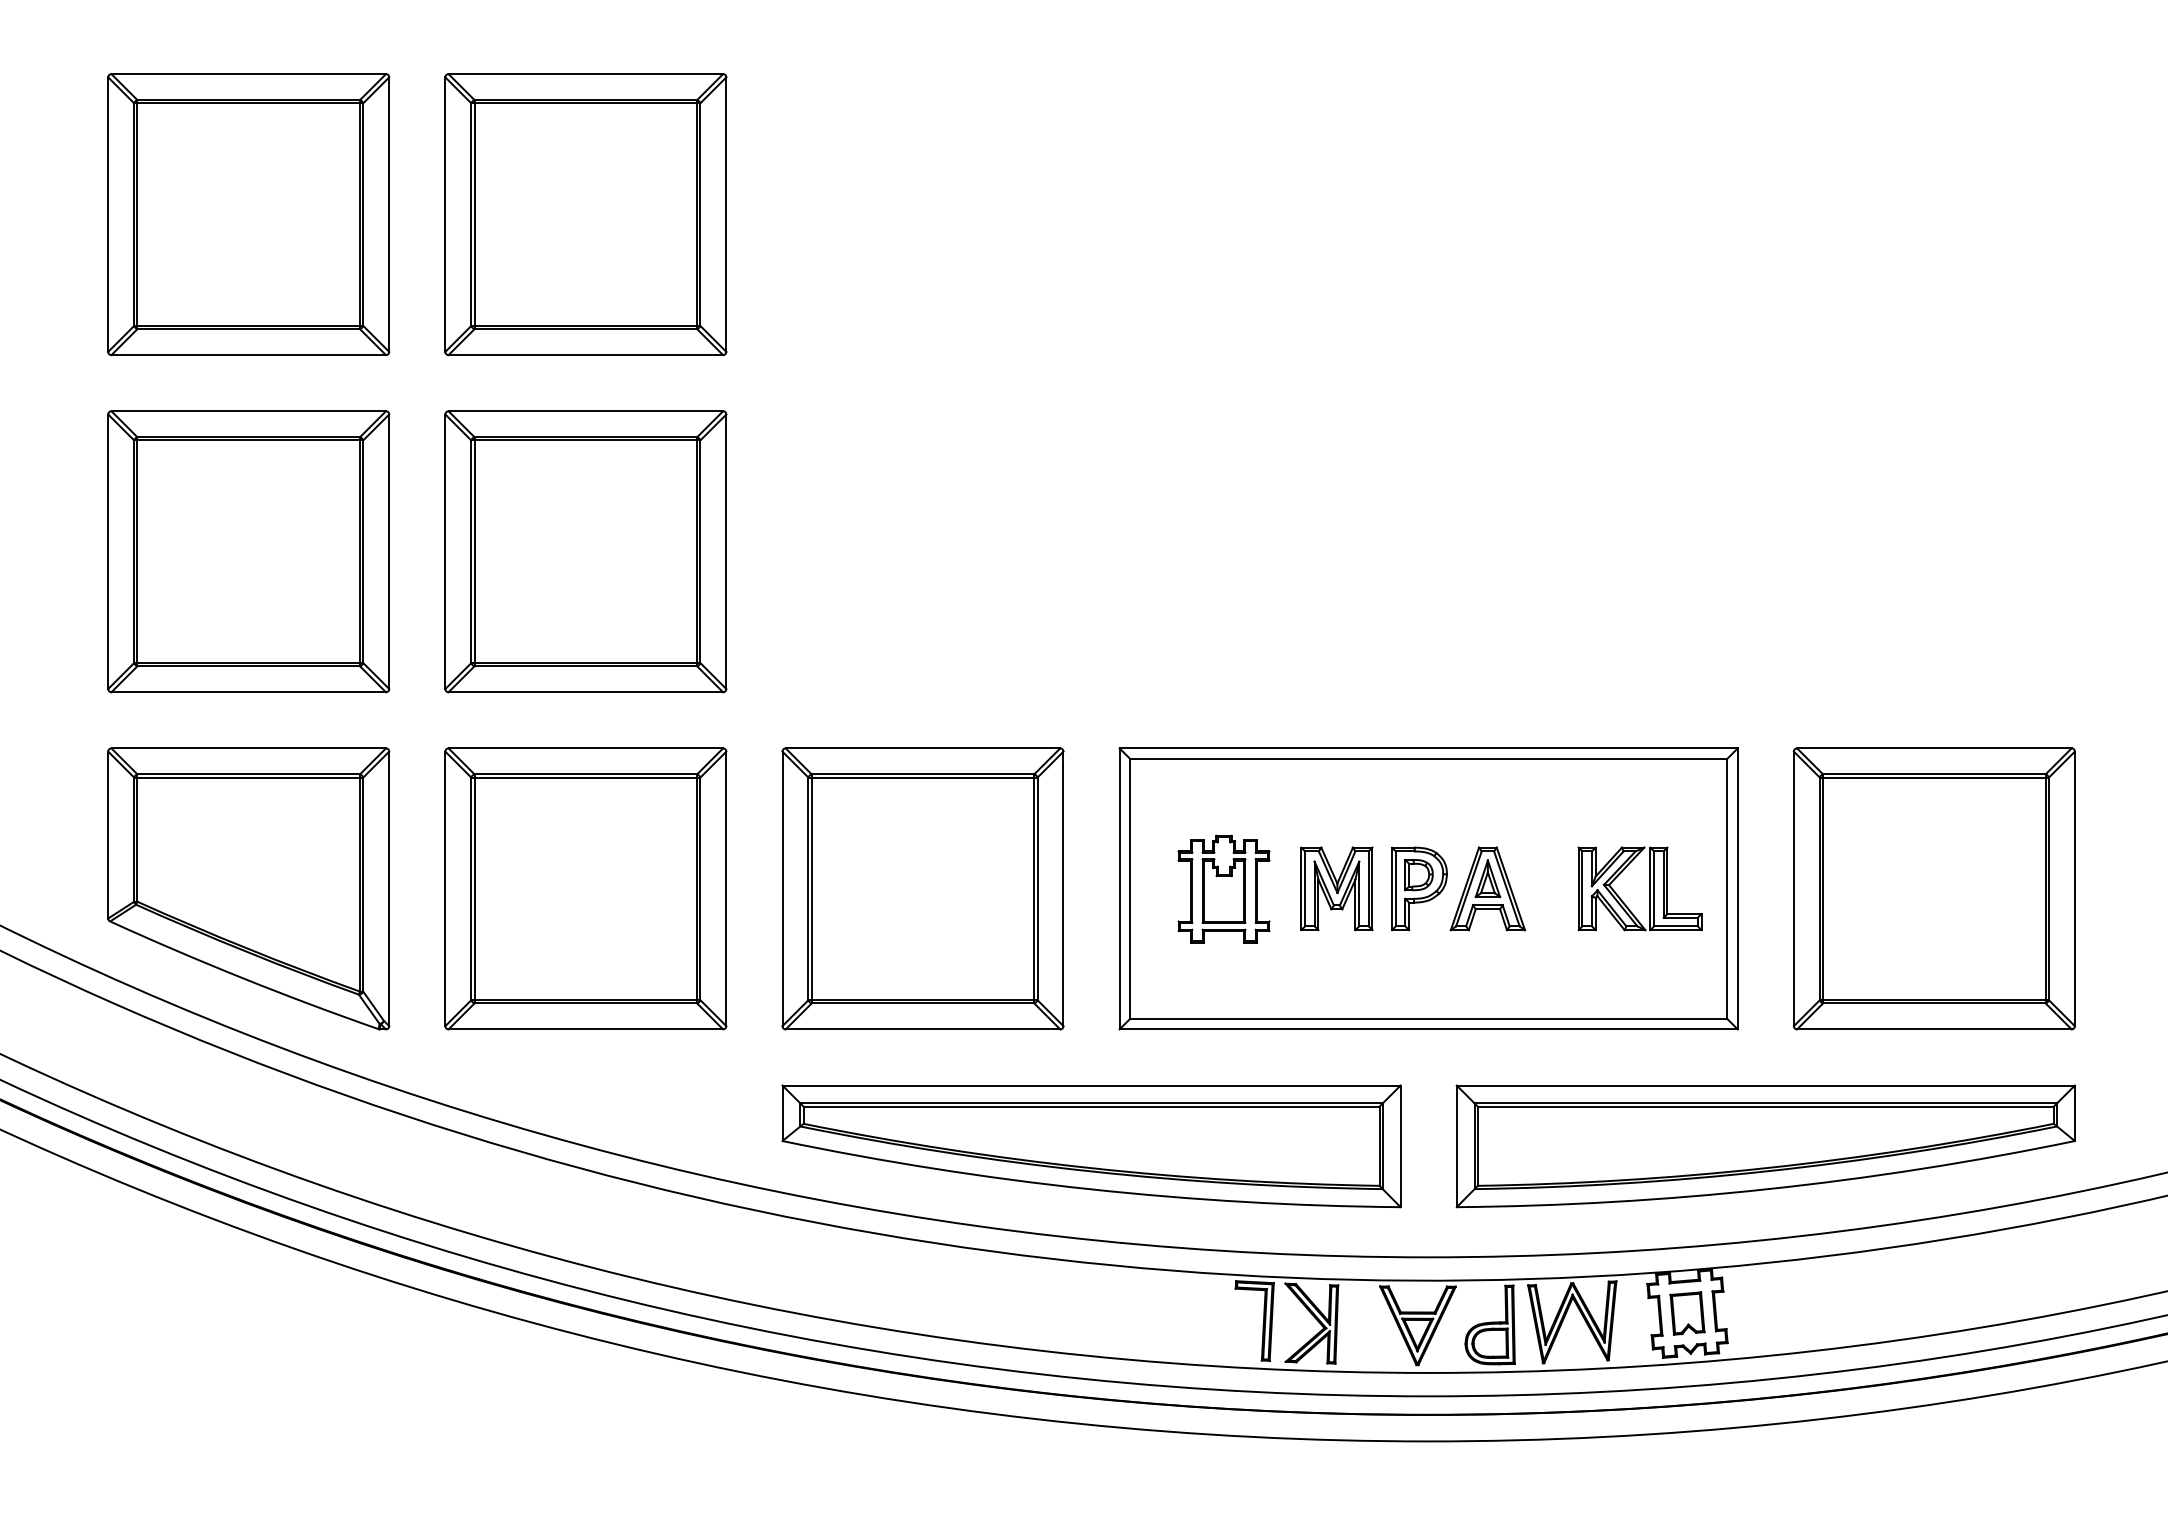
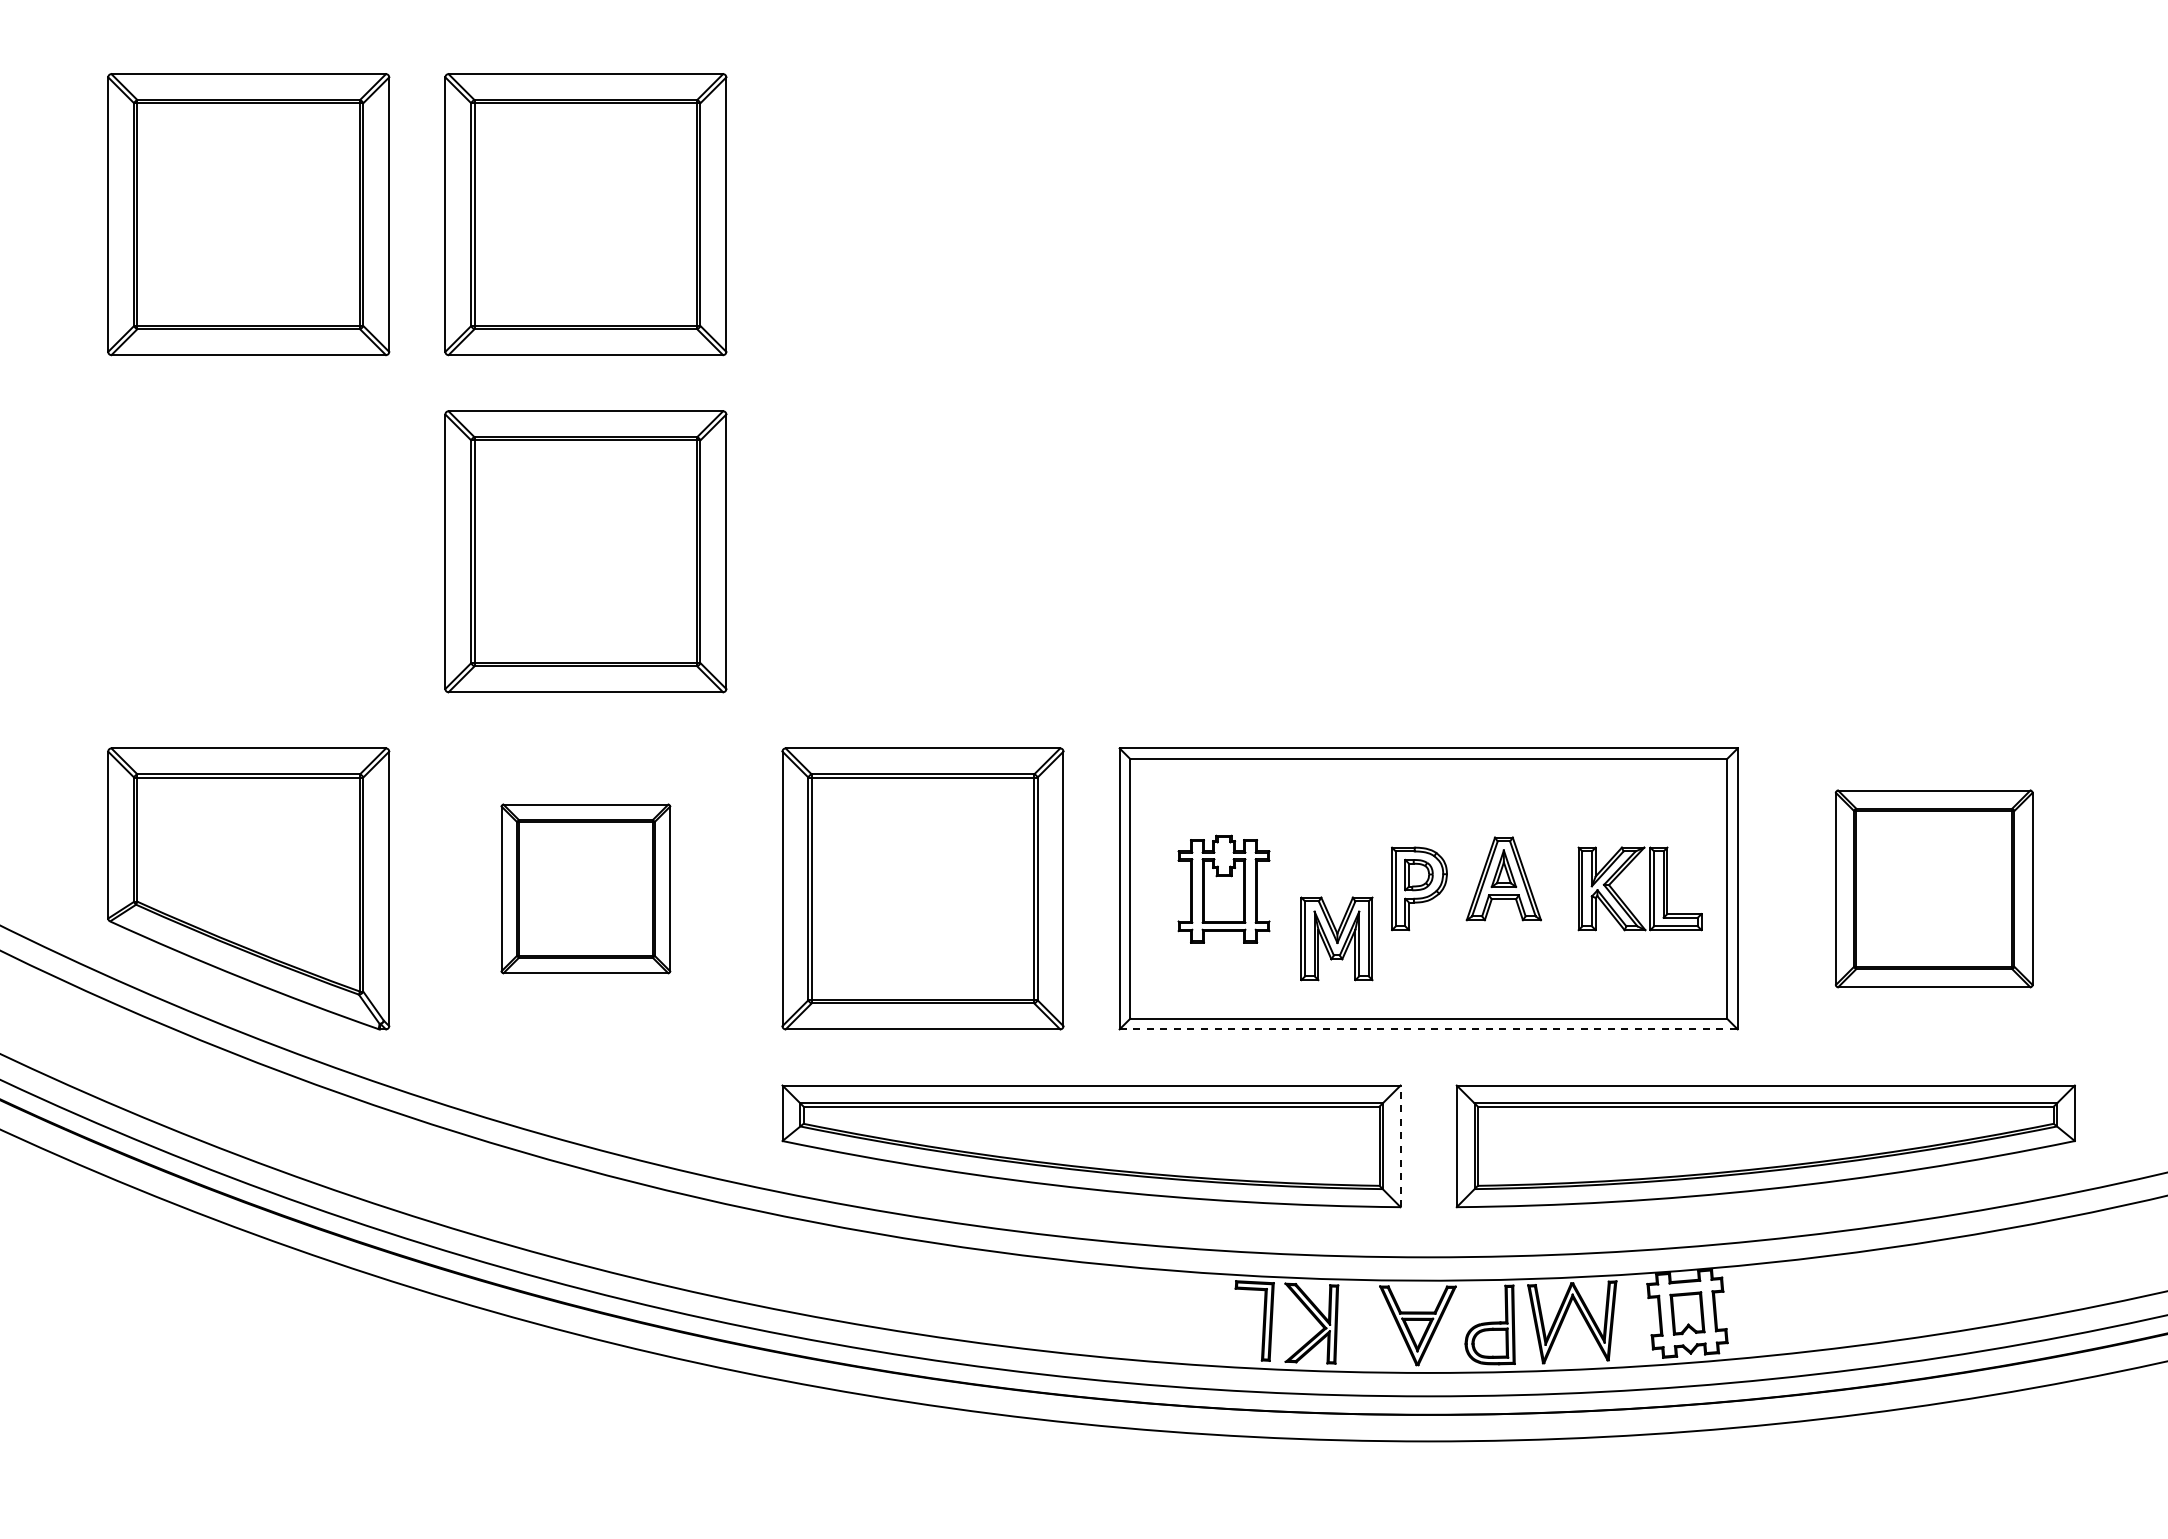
part at (248, 551): present -> none
part at (585, 888) size: 284x284 px -> 172x172 px
part at (1336, 888) position: (1336, 888) -> (1336, 938)
part at (1487, 888) position: (1487, 888) -> (1503, 878)
part at (1933, 888) size: 284x284 px -> 200x200 px
line at (1429, 1029): solid -> dashed
line at (1400, 1146): solid -> dashed
